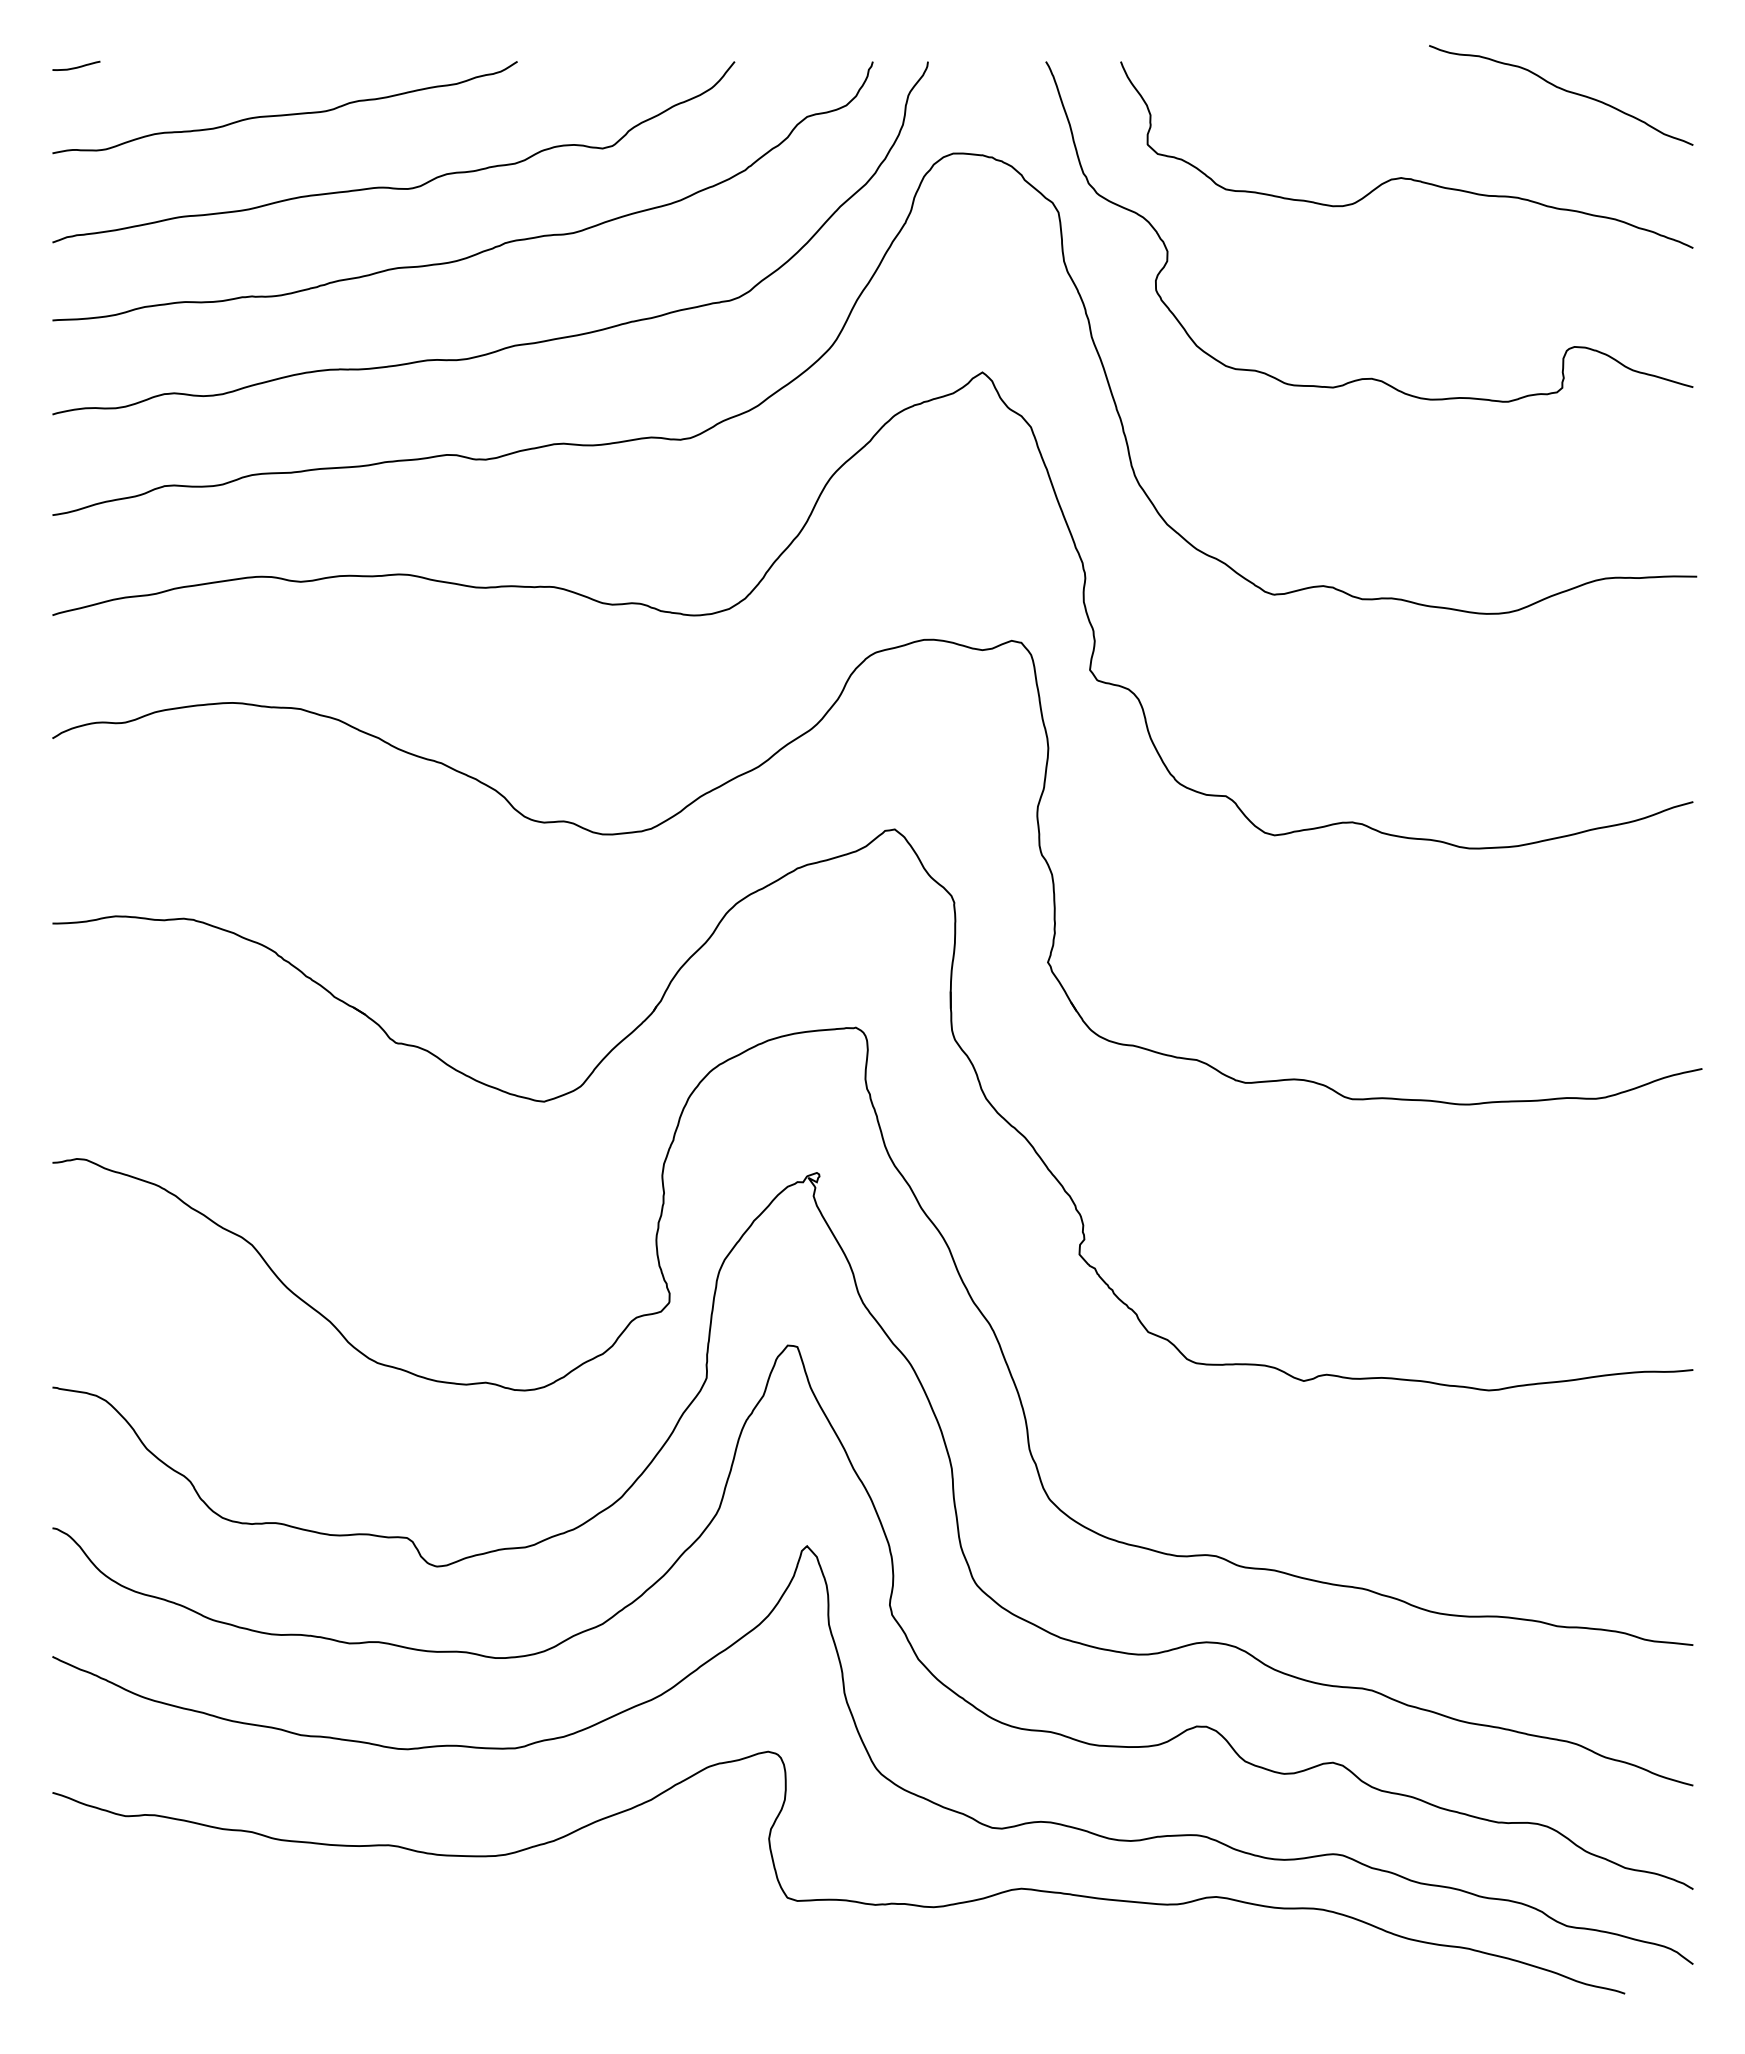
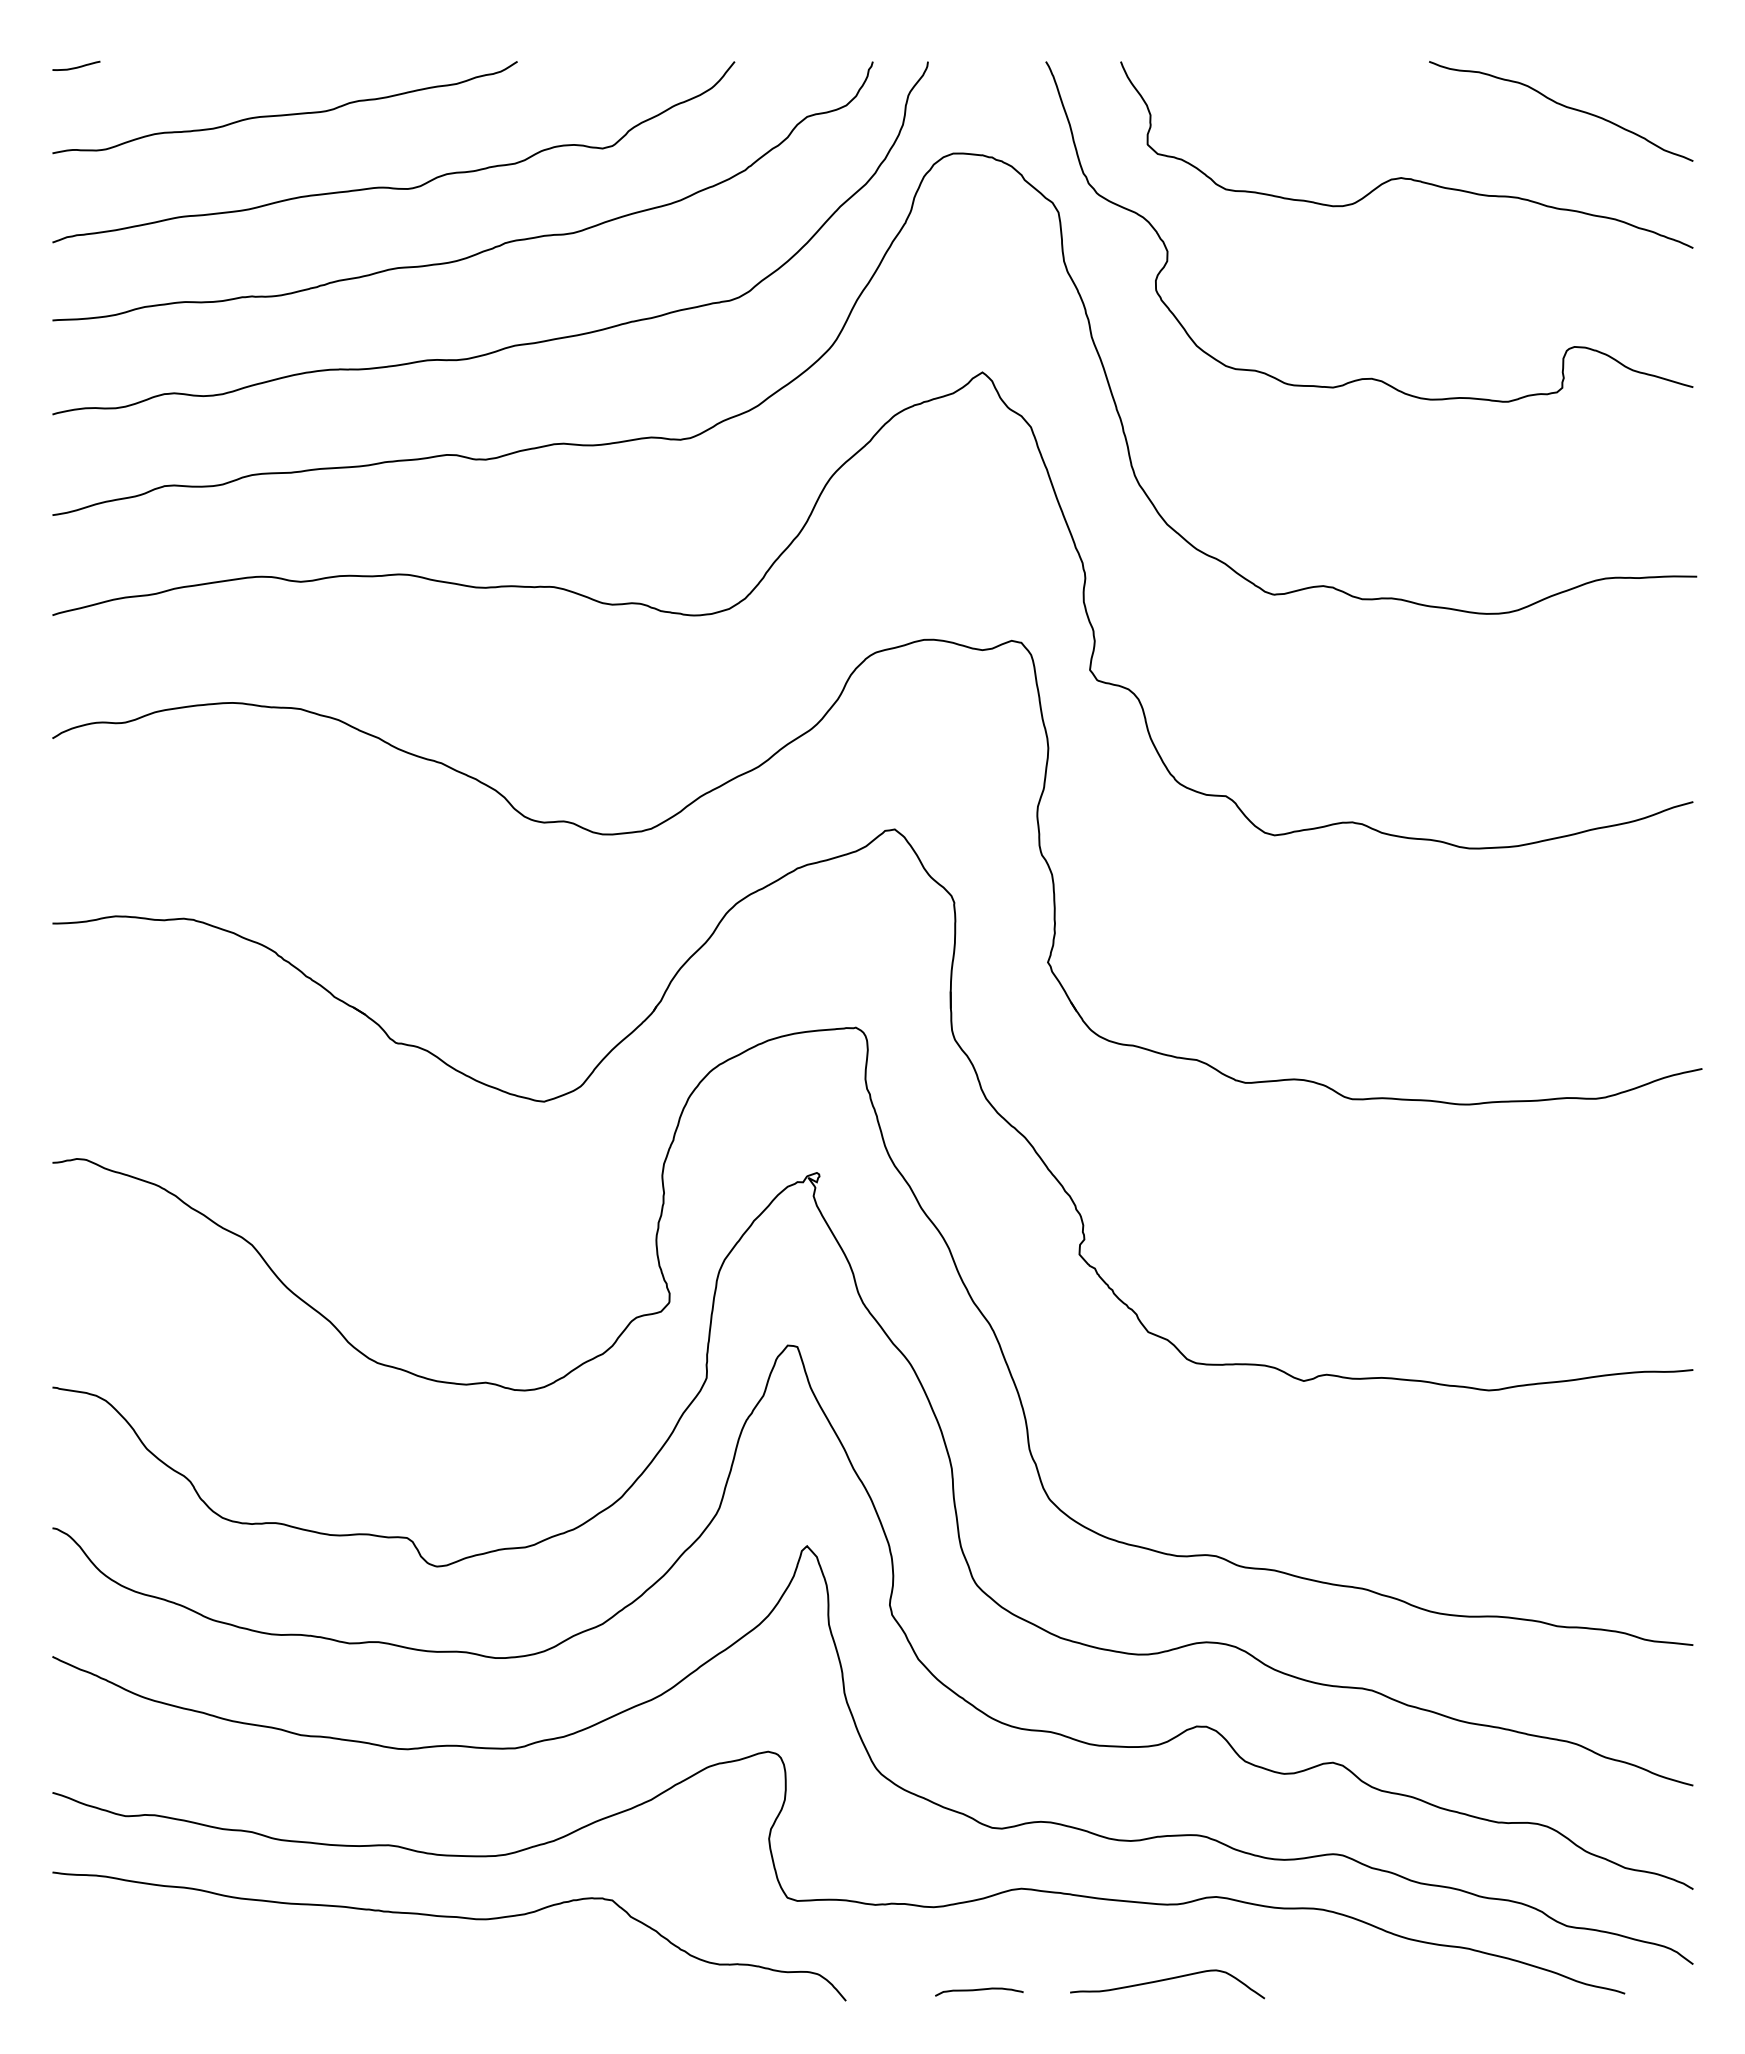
curve at (1564, 91) position: (1564, 91) -> (1564, 107)
curve at (449, 1917): none -> present
curve at (1167, 1980): none -> present
curve at (979, 1990): none -> present
